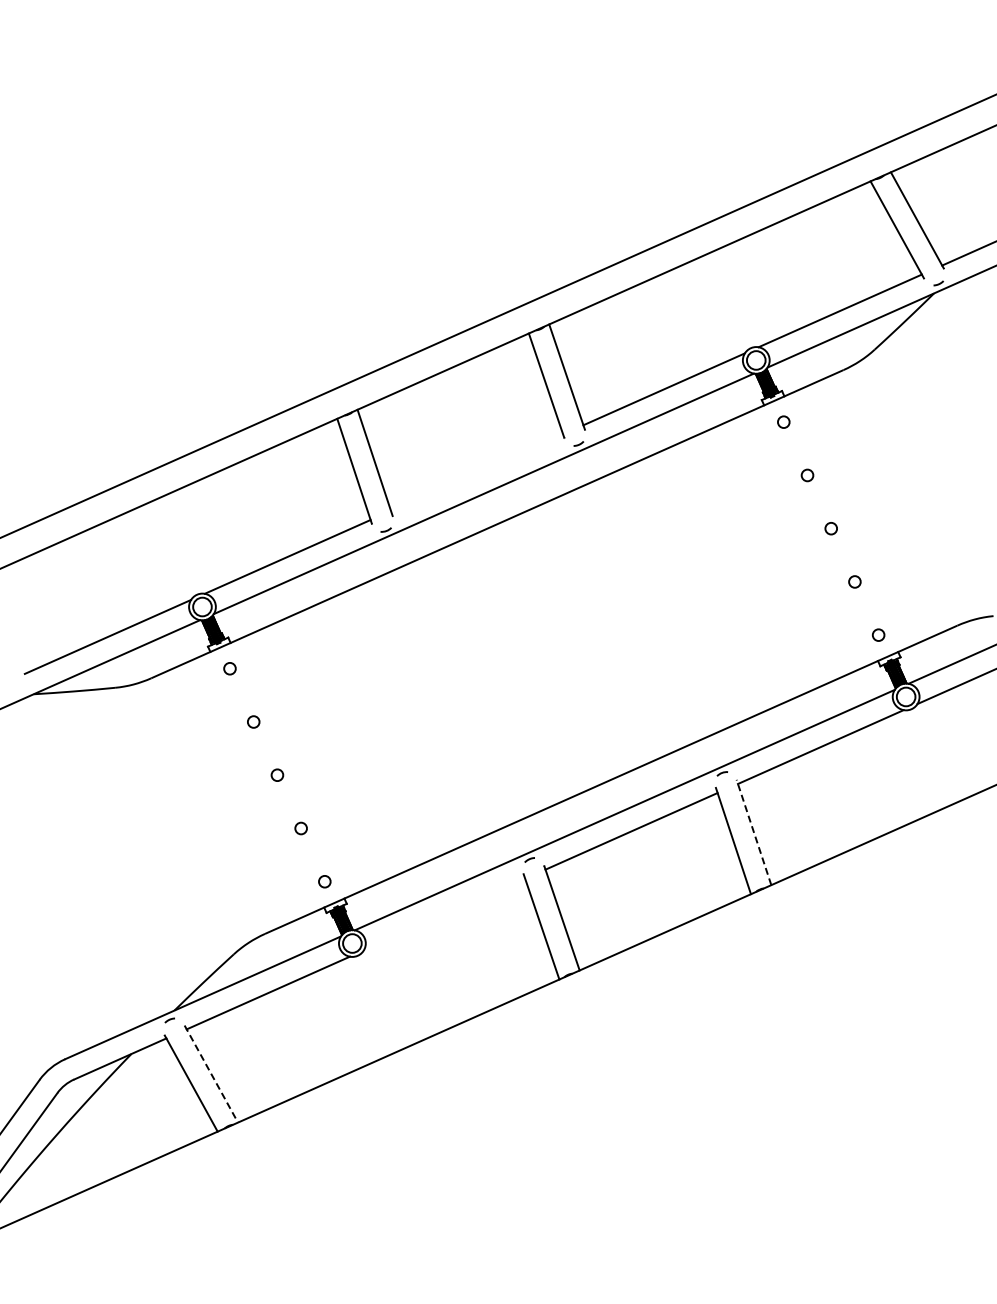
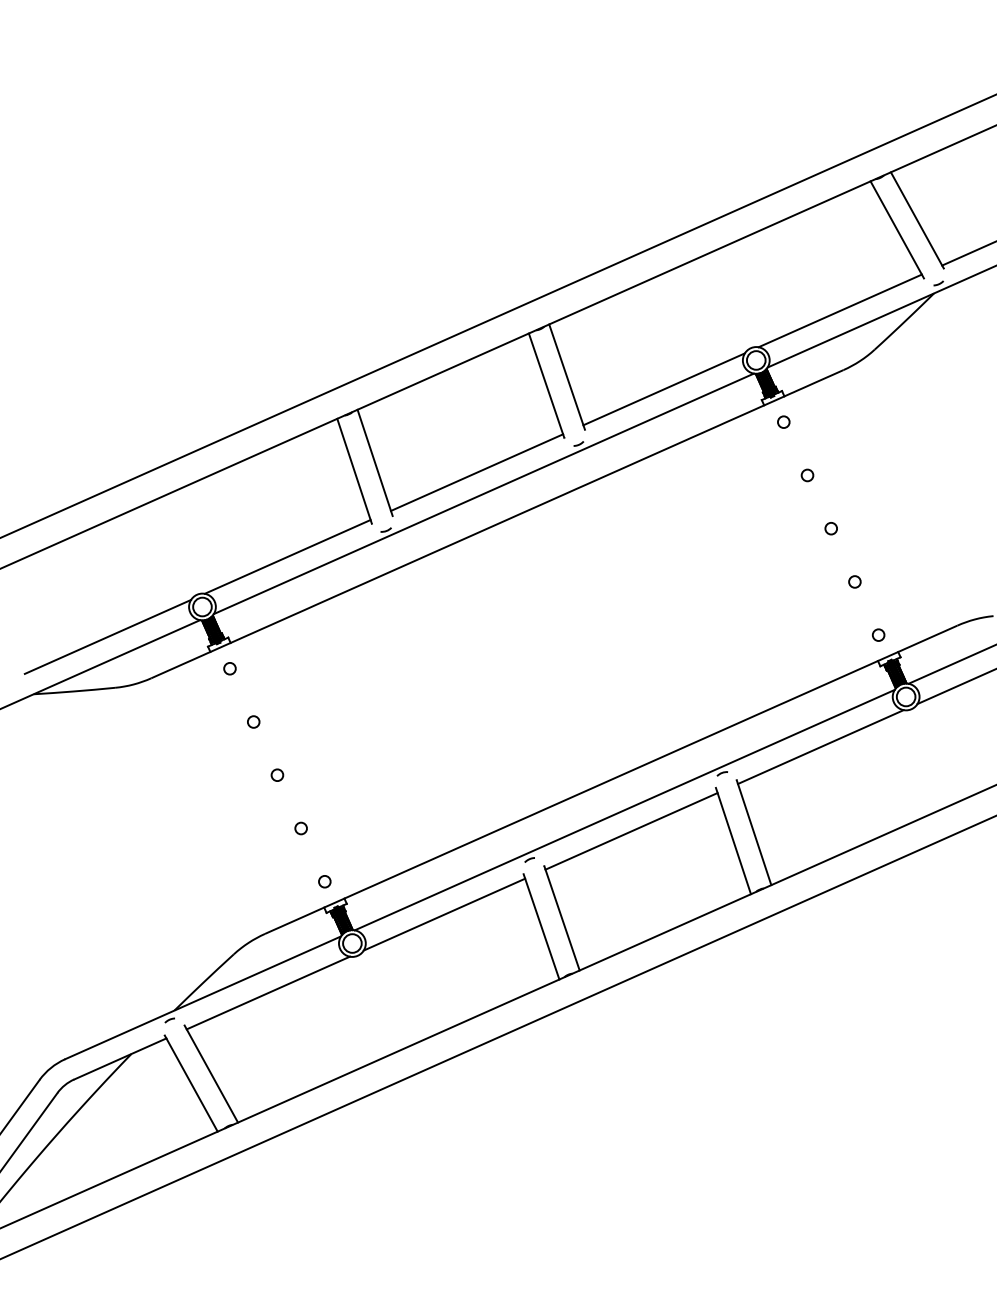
line at (476, 472): none -> present
line at (753, 832): dashed -> solid
line at (444, 914): none -> present
line at (497, 1037): none -> present
line at (211, 1074): dashed -> solid
